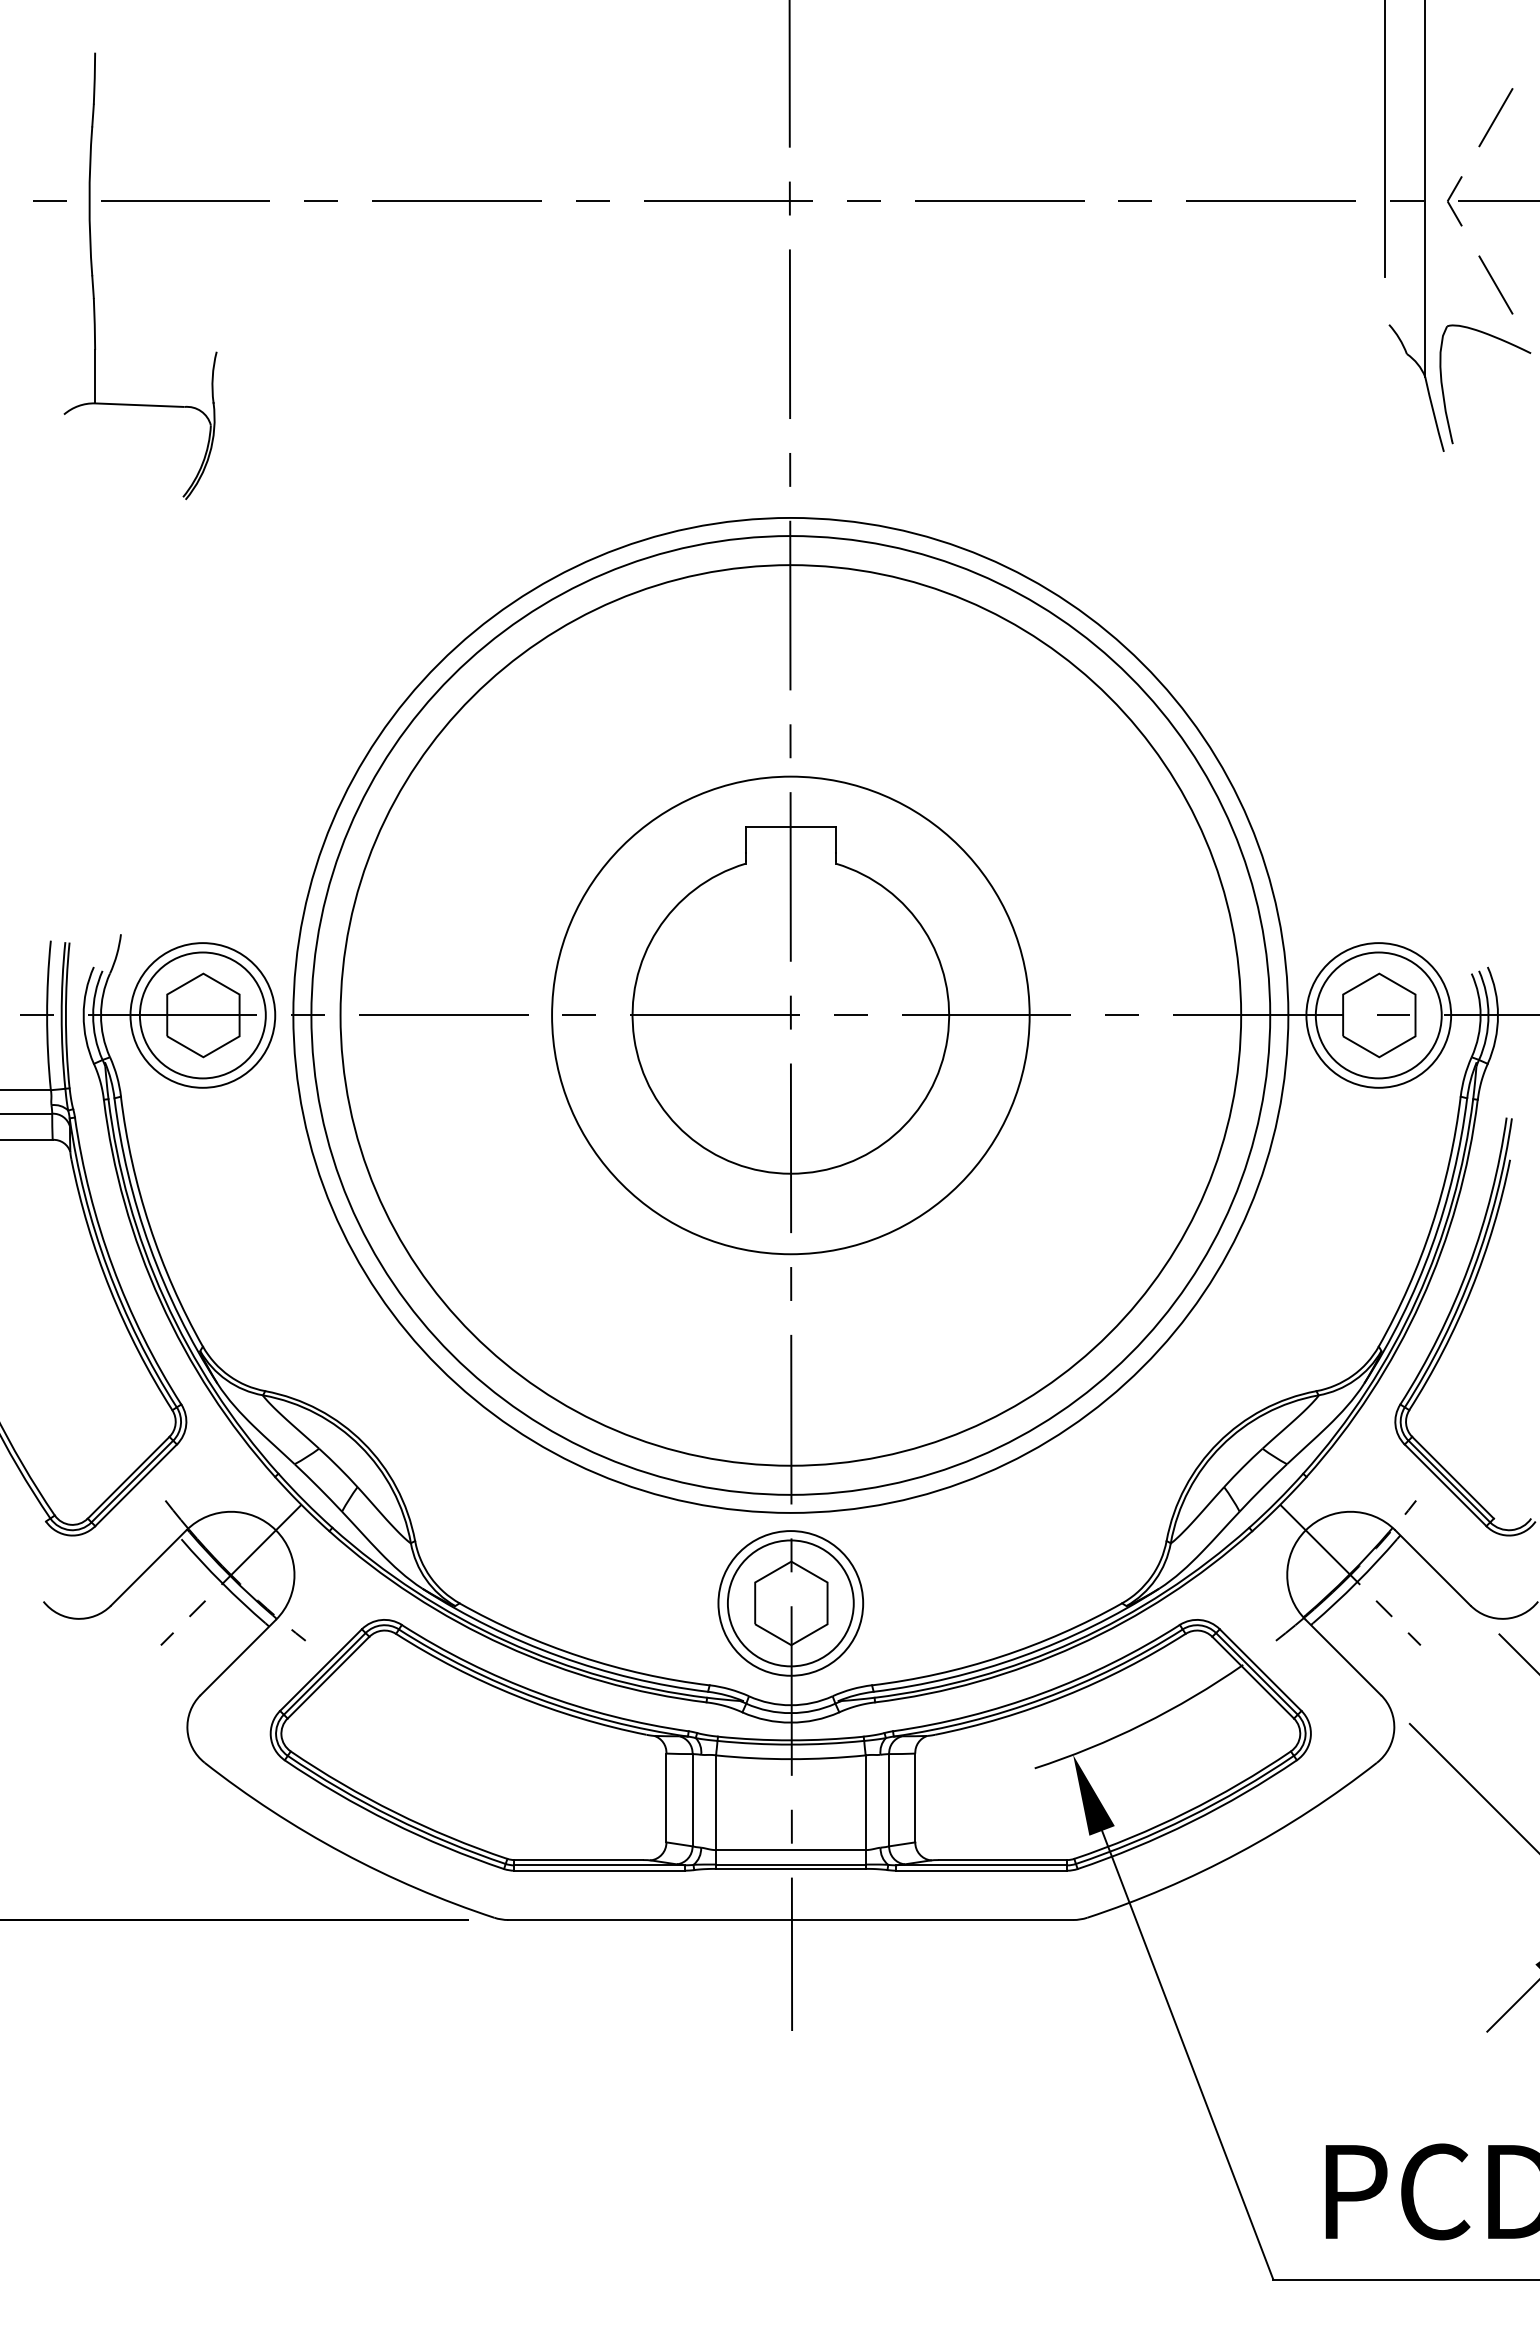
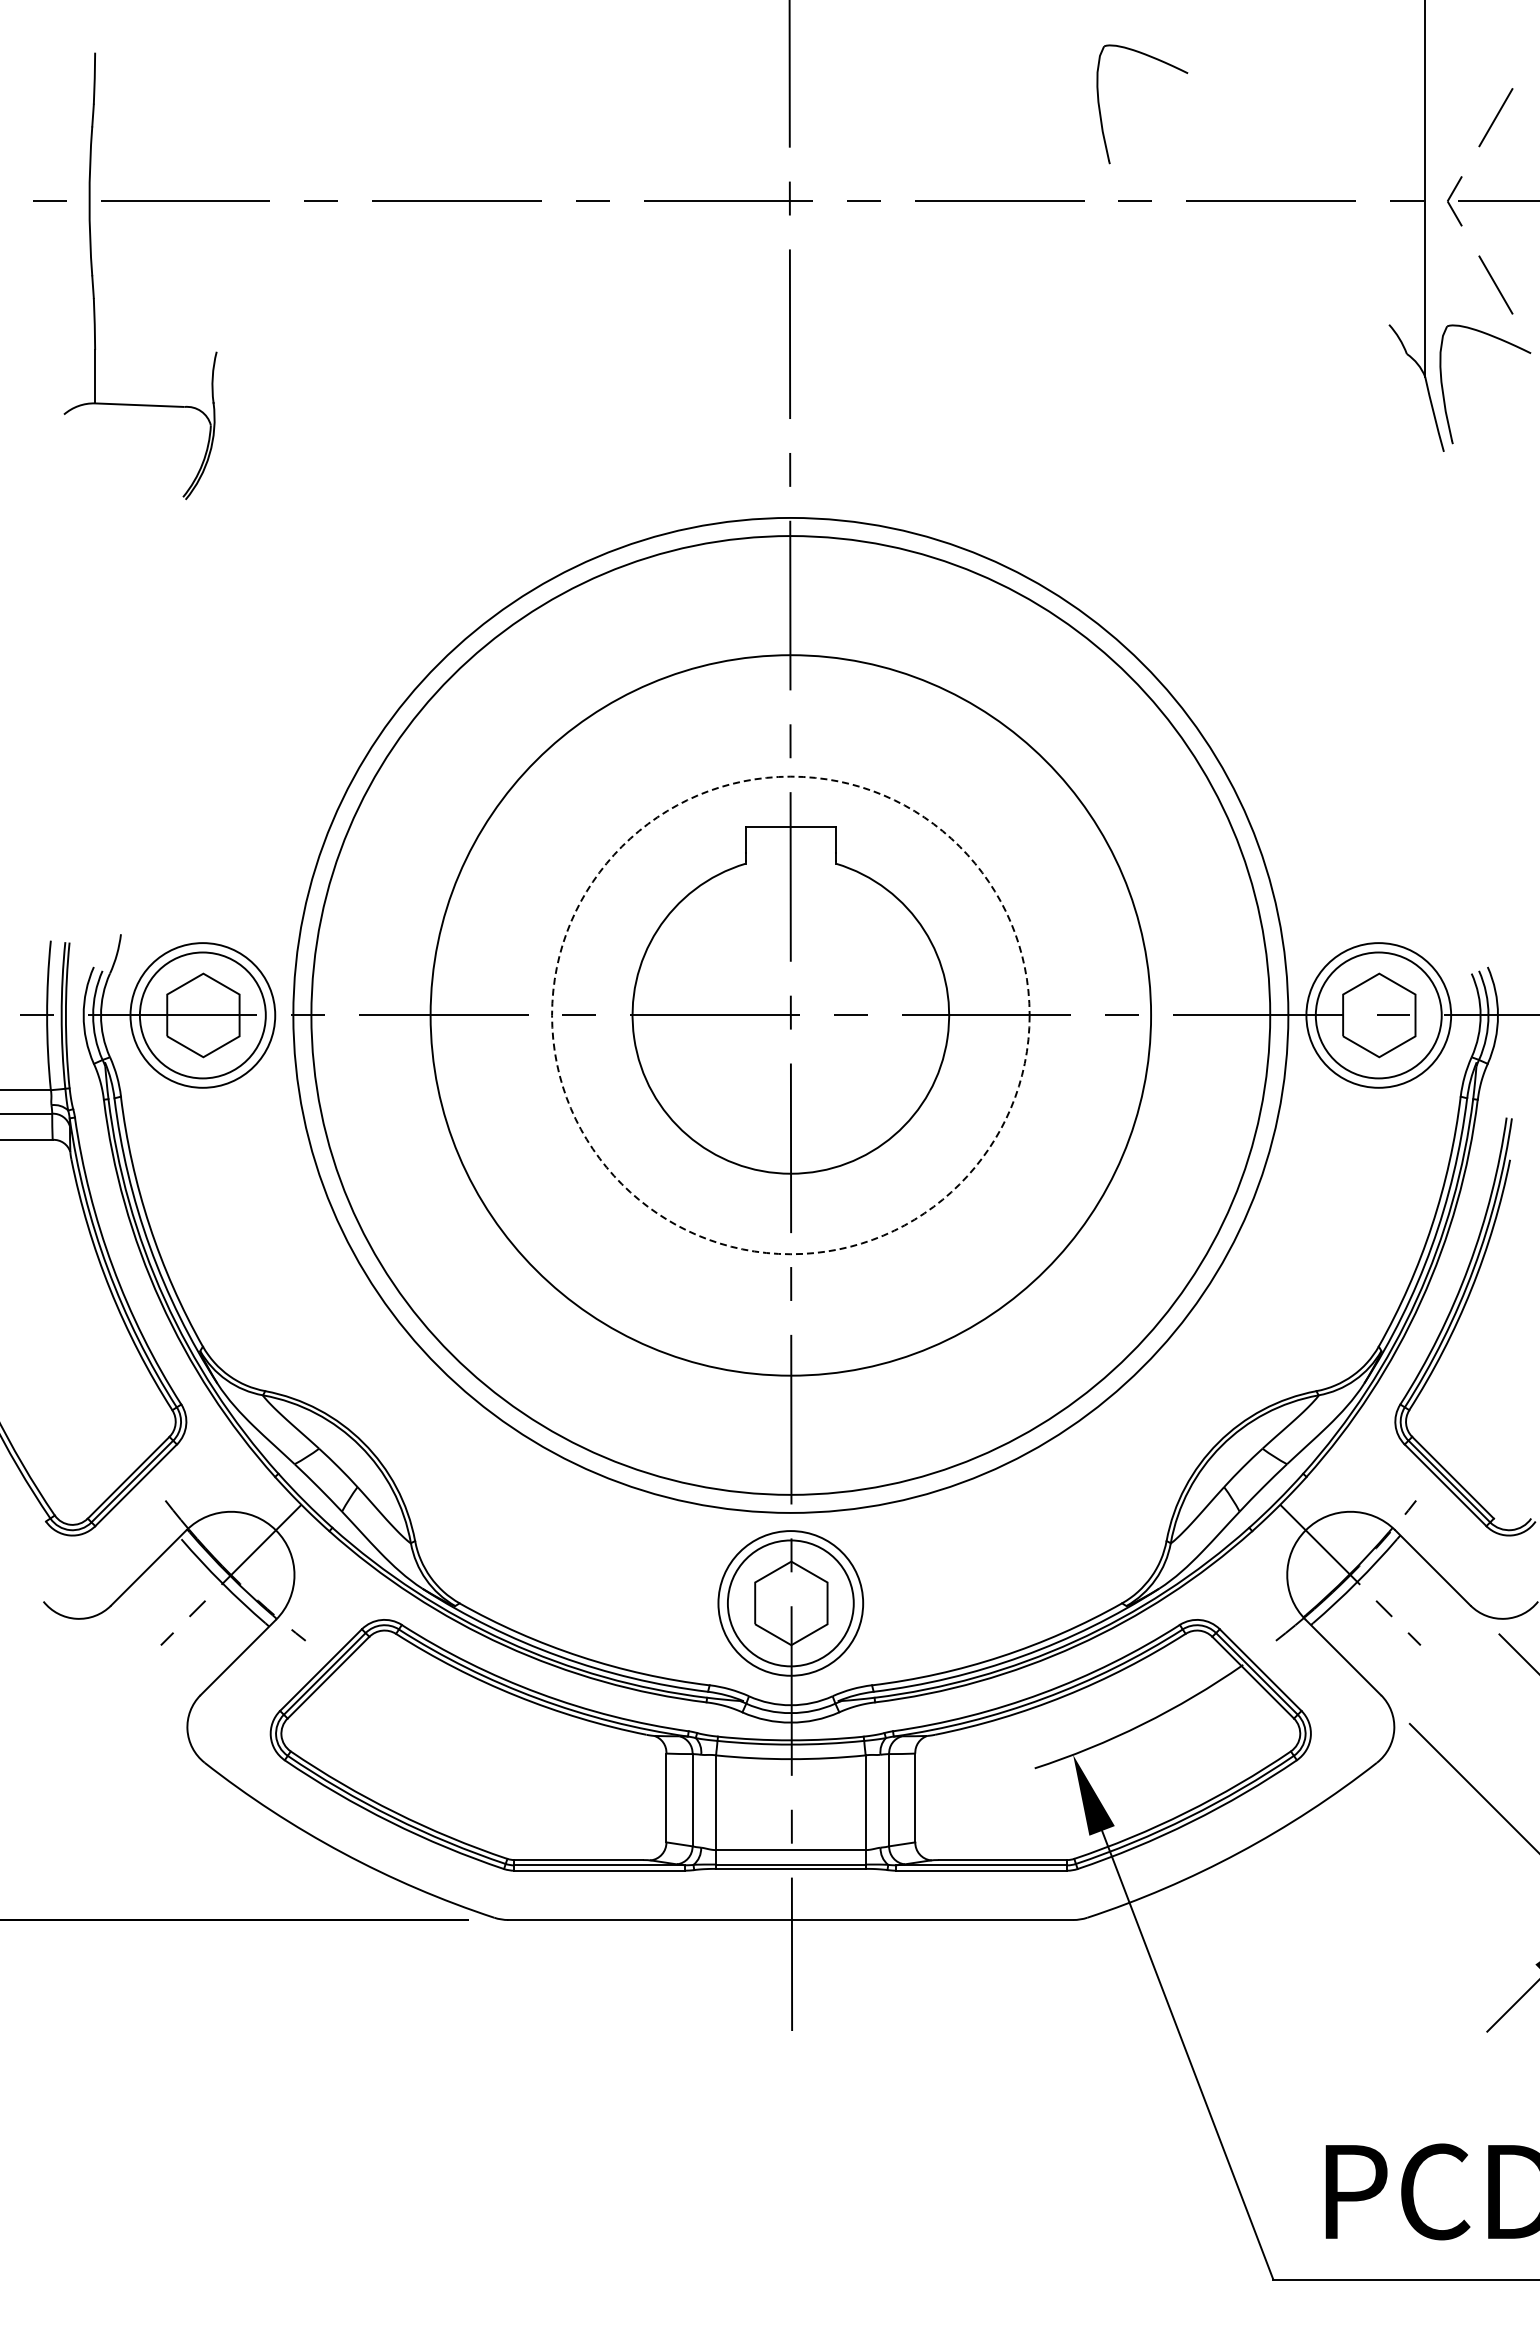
part at (1100, 107): none -> present
line at (1385, 139): present -> none
circle at (790, 1015) diameter: 901 px -> 720 px
circle at (790, 1015): solid -> dashed
